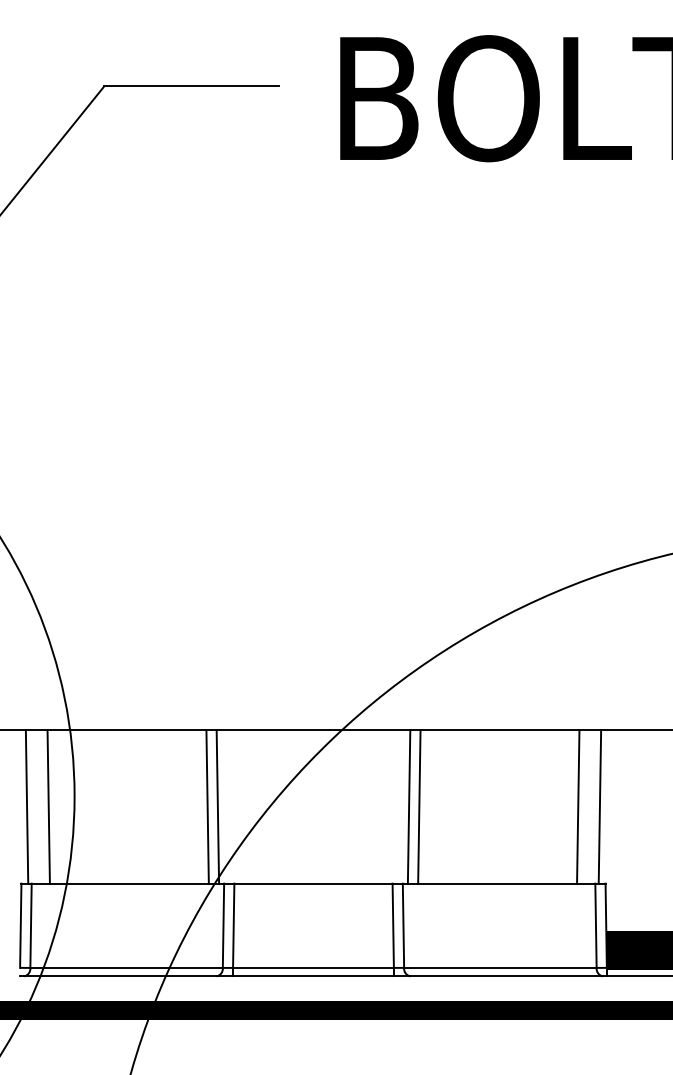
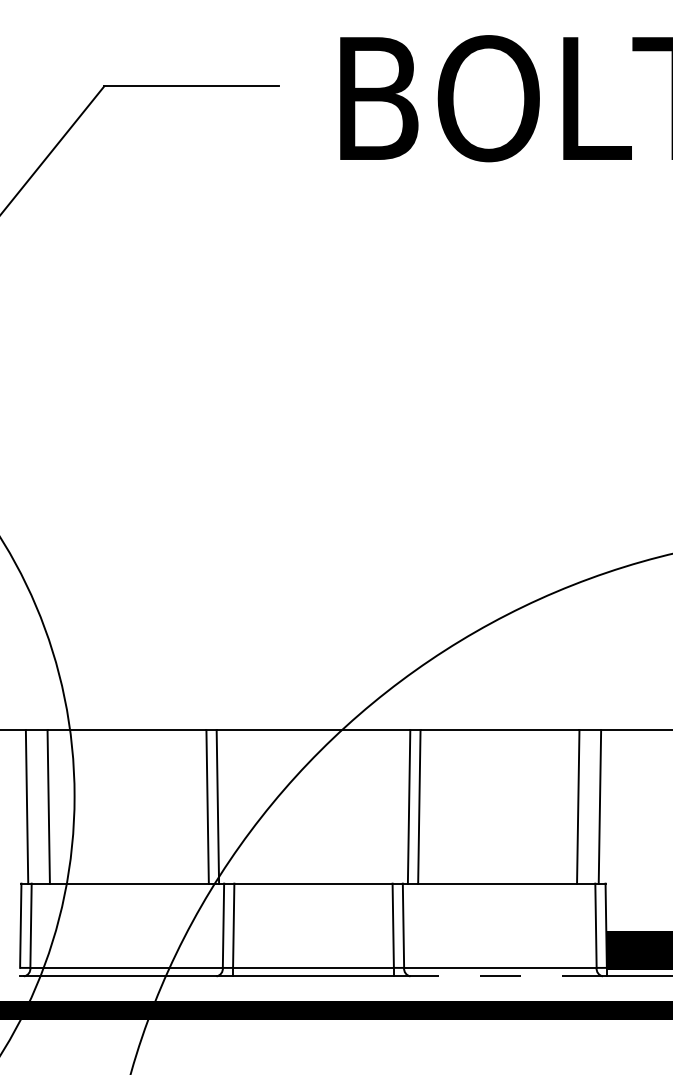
line at (506, 976): solid -> dashed
